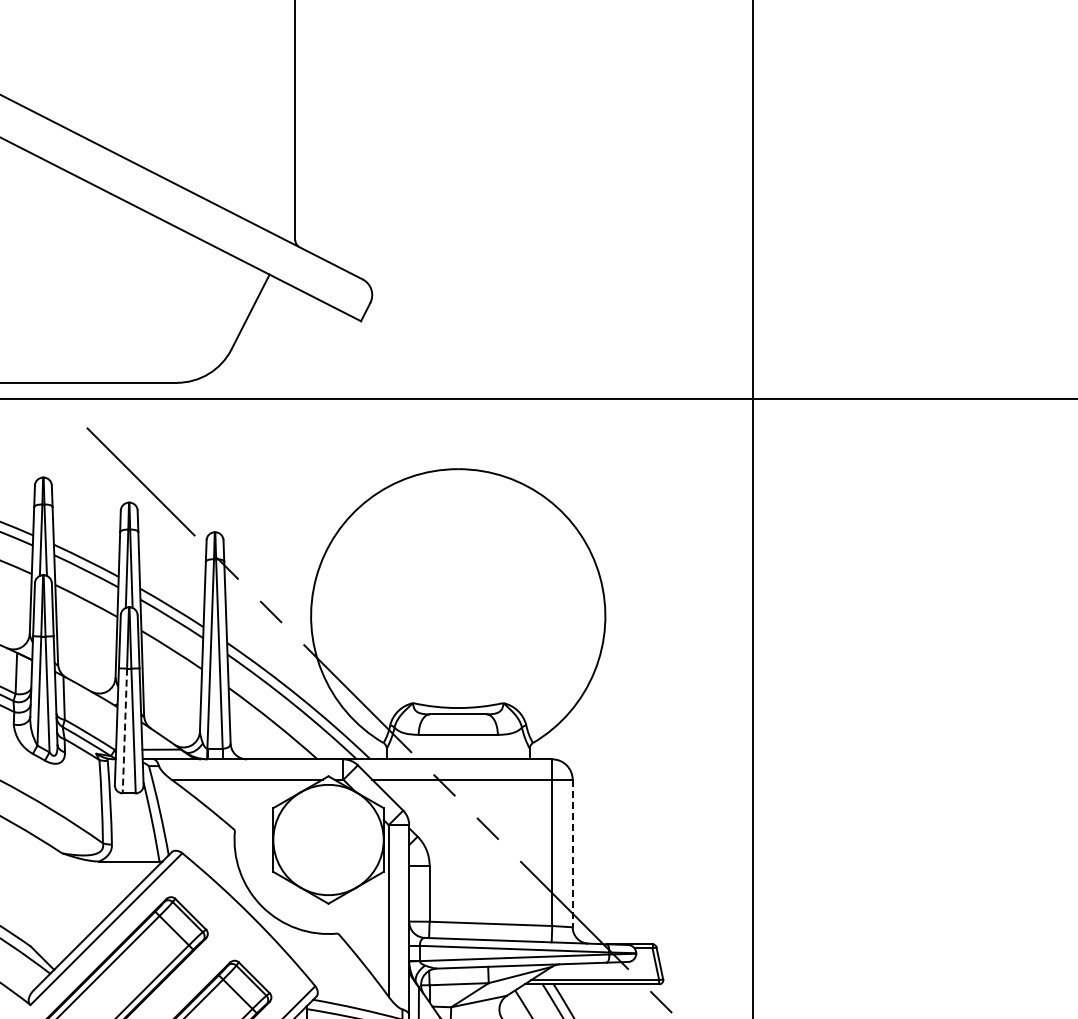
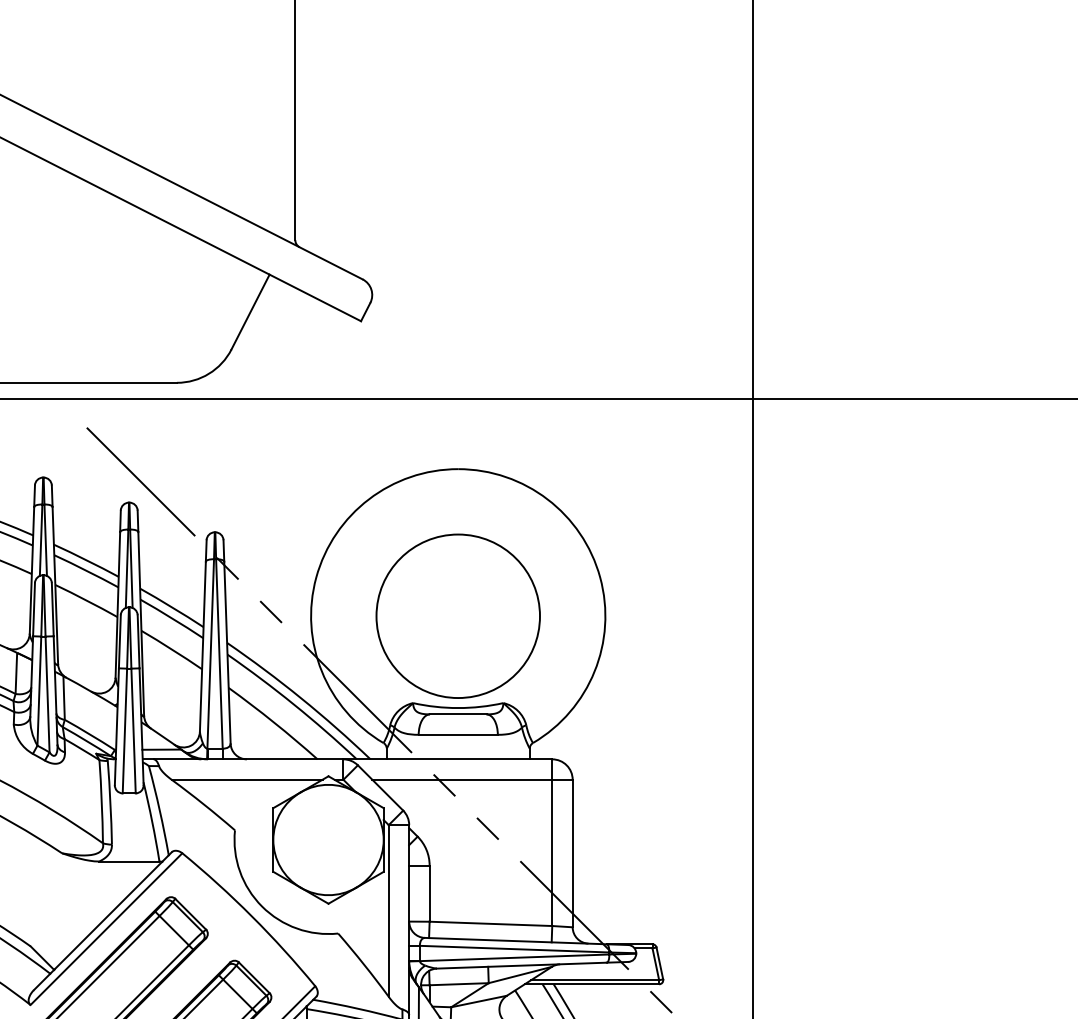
circle at (457, 615): none -> present
line at (124, 731): dashed -> solid
line at (572, 853): dashed -> solid
